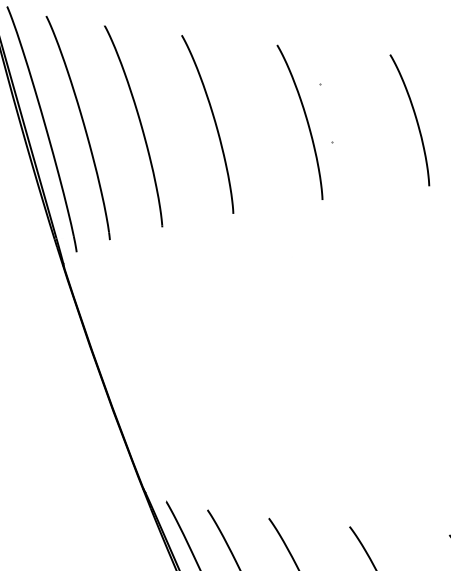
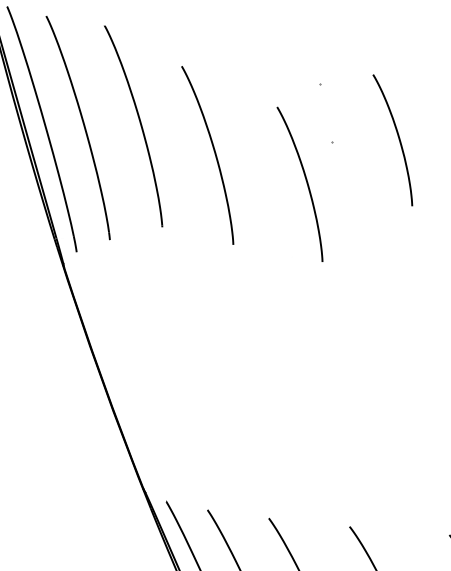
curve at (305, 118) position: (305, 118) -> (305, 180)
curve at (415, 119) position: (415, 119) -> (398, 139)
curve at (214, 123) position: (214, 123) -> (214, 154)
